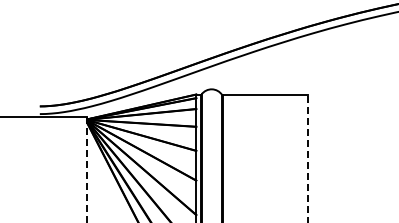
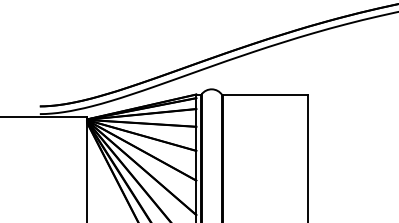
line at (308, 158): dashed -> solid
line at (87, 170): dashed -> solid
